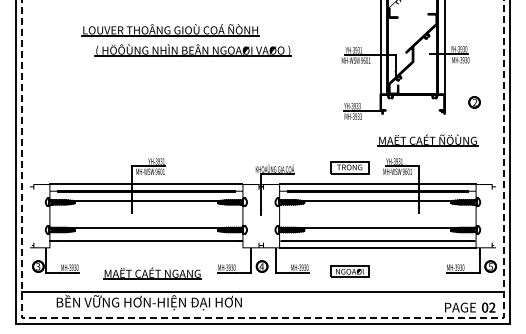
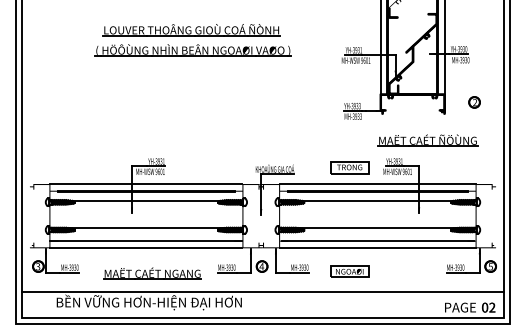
part at (170, 30) position: (170, 30) -> (191, 30)
line at (146, 248): none -> present
line at (262, 318): dashed -> solid
